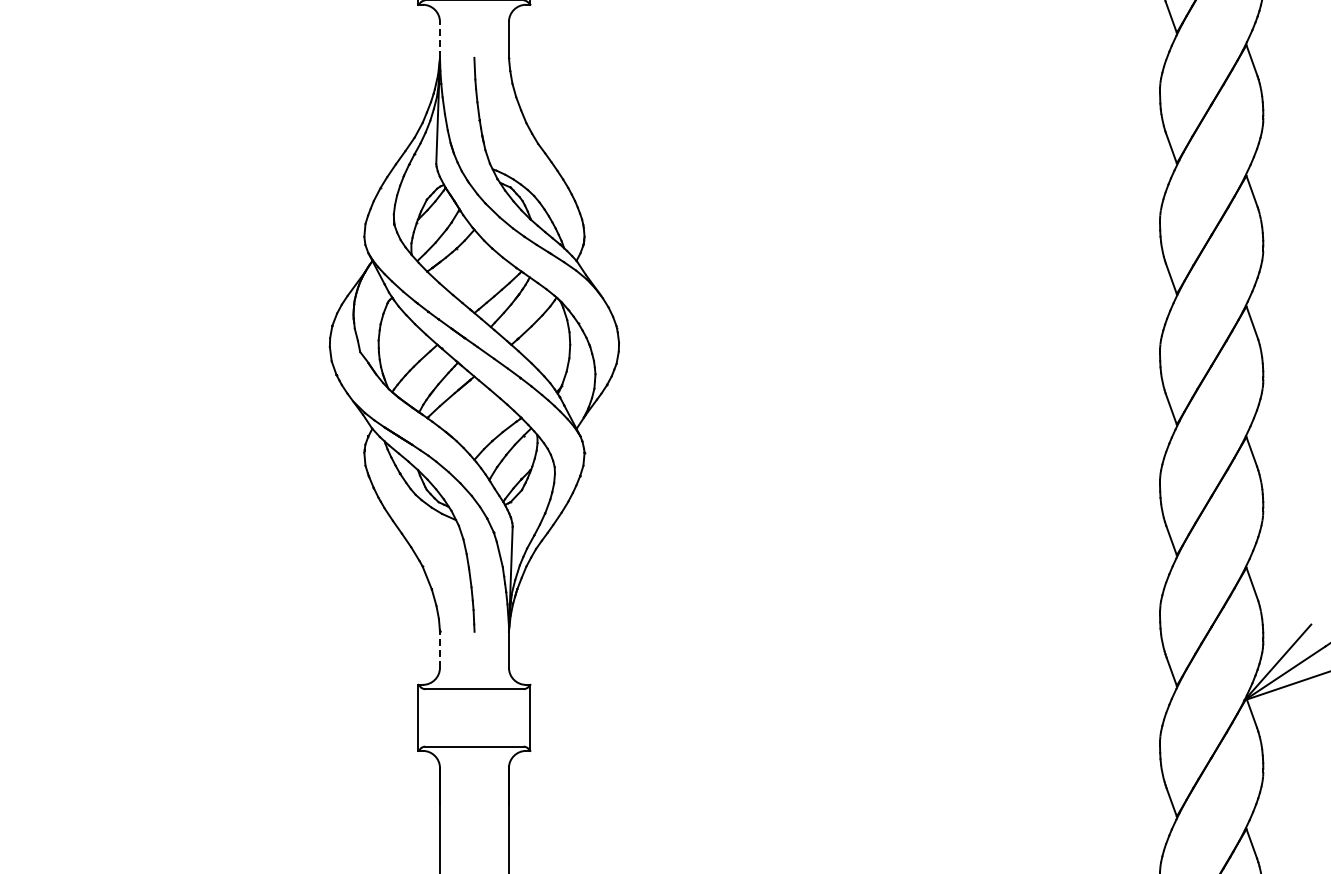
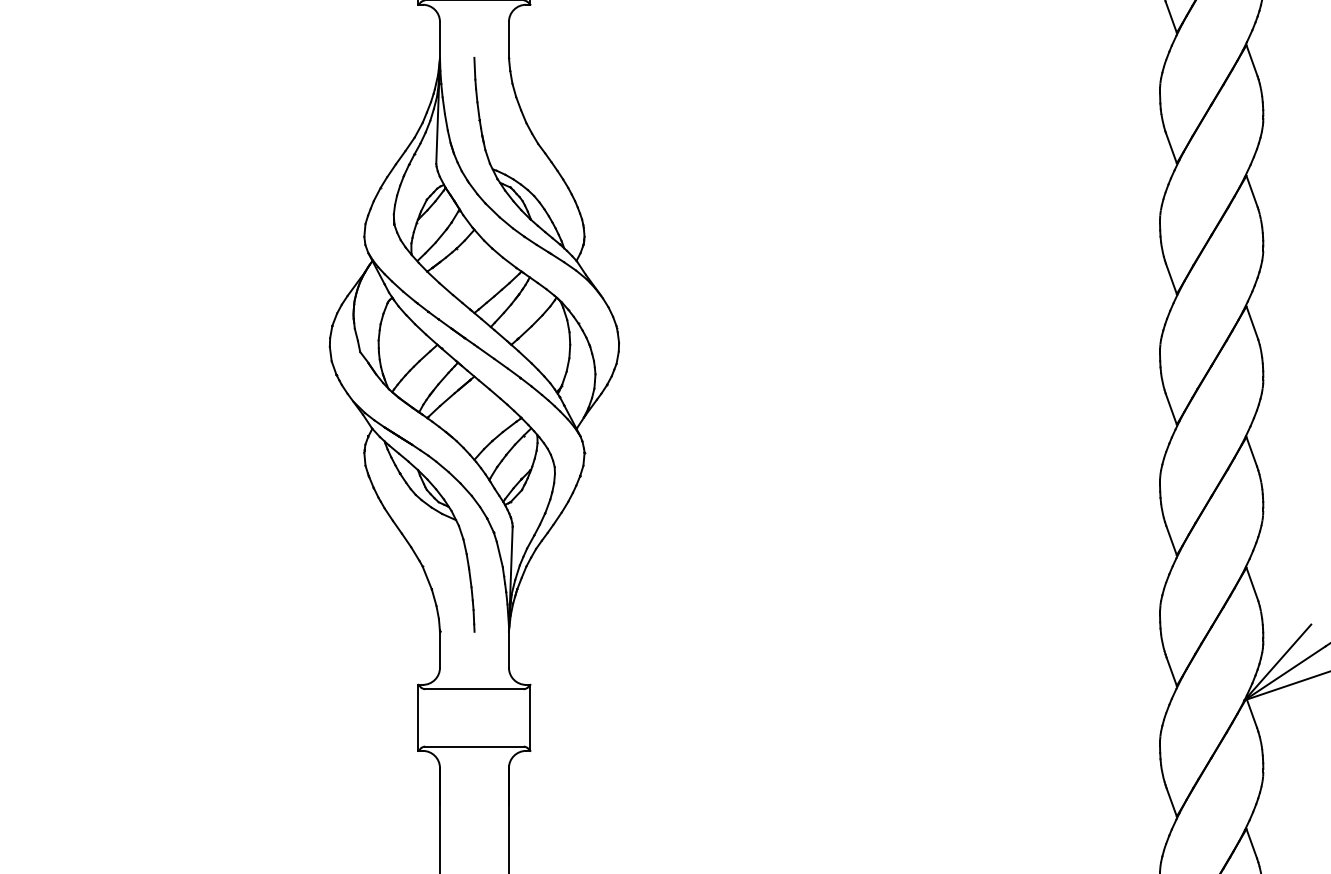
line at (440, 39): dashed -> solid
line at (440, 649): dashed -> solid
